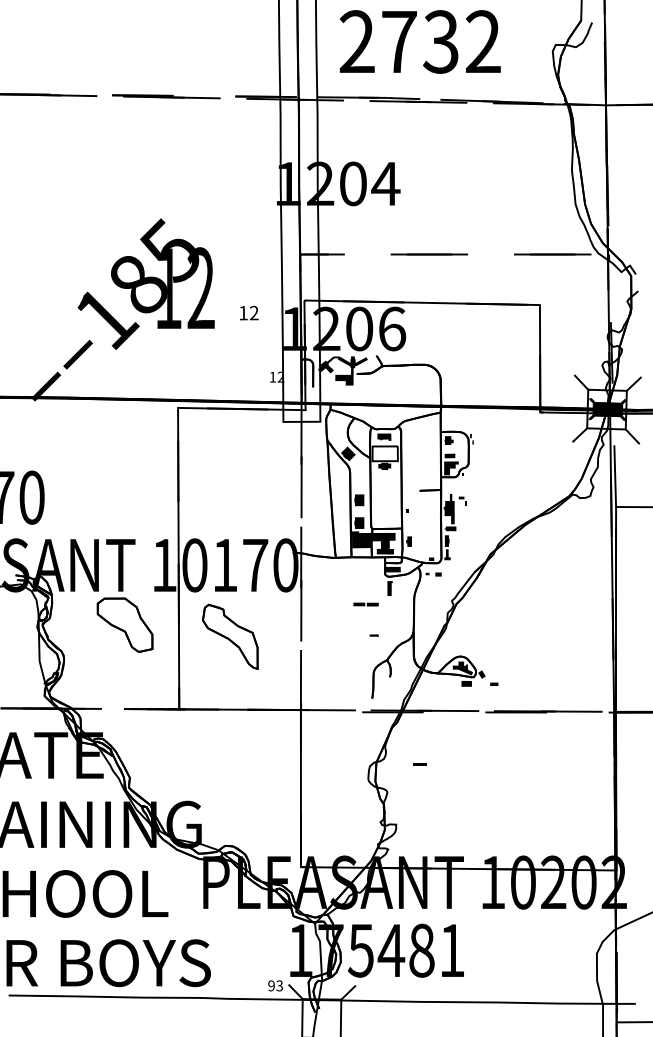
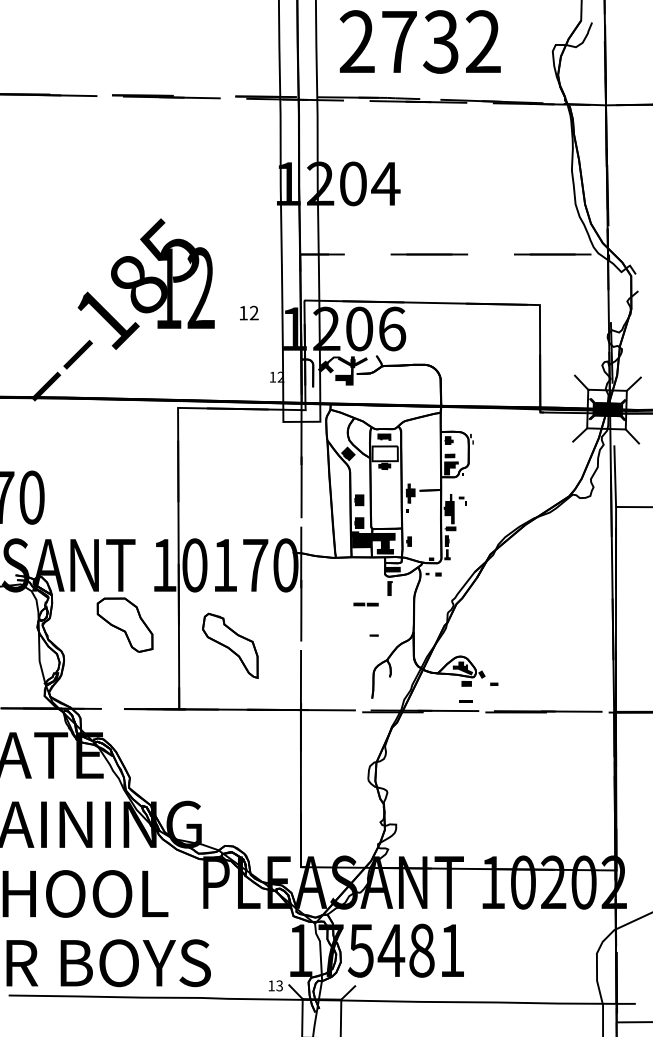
fill at (410, 493): none -> present
part at (230, 636) position: (230, 636) -> (230, 645)
line at (419, 764) position: (419, 764) -> (465, 701)
text at (271, 985): 93 -> 13
